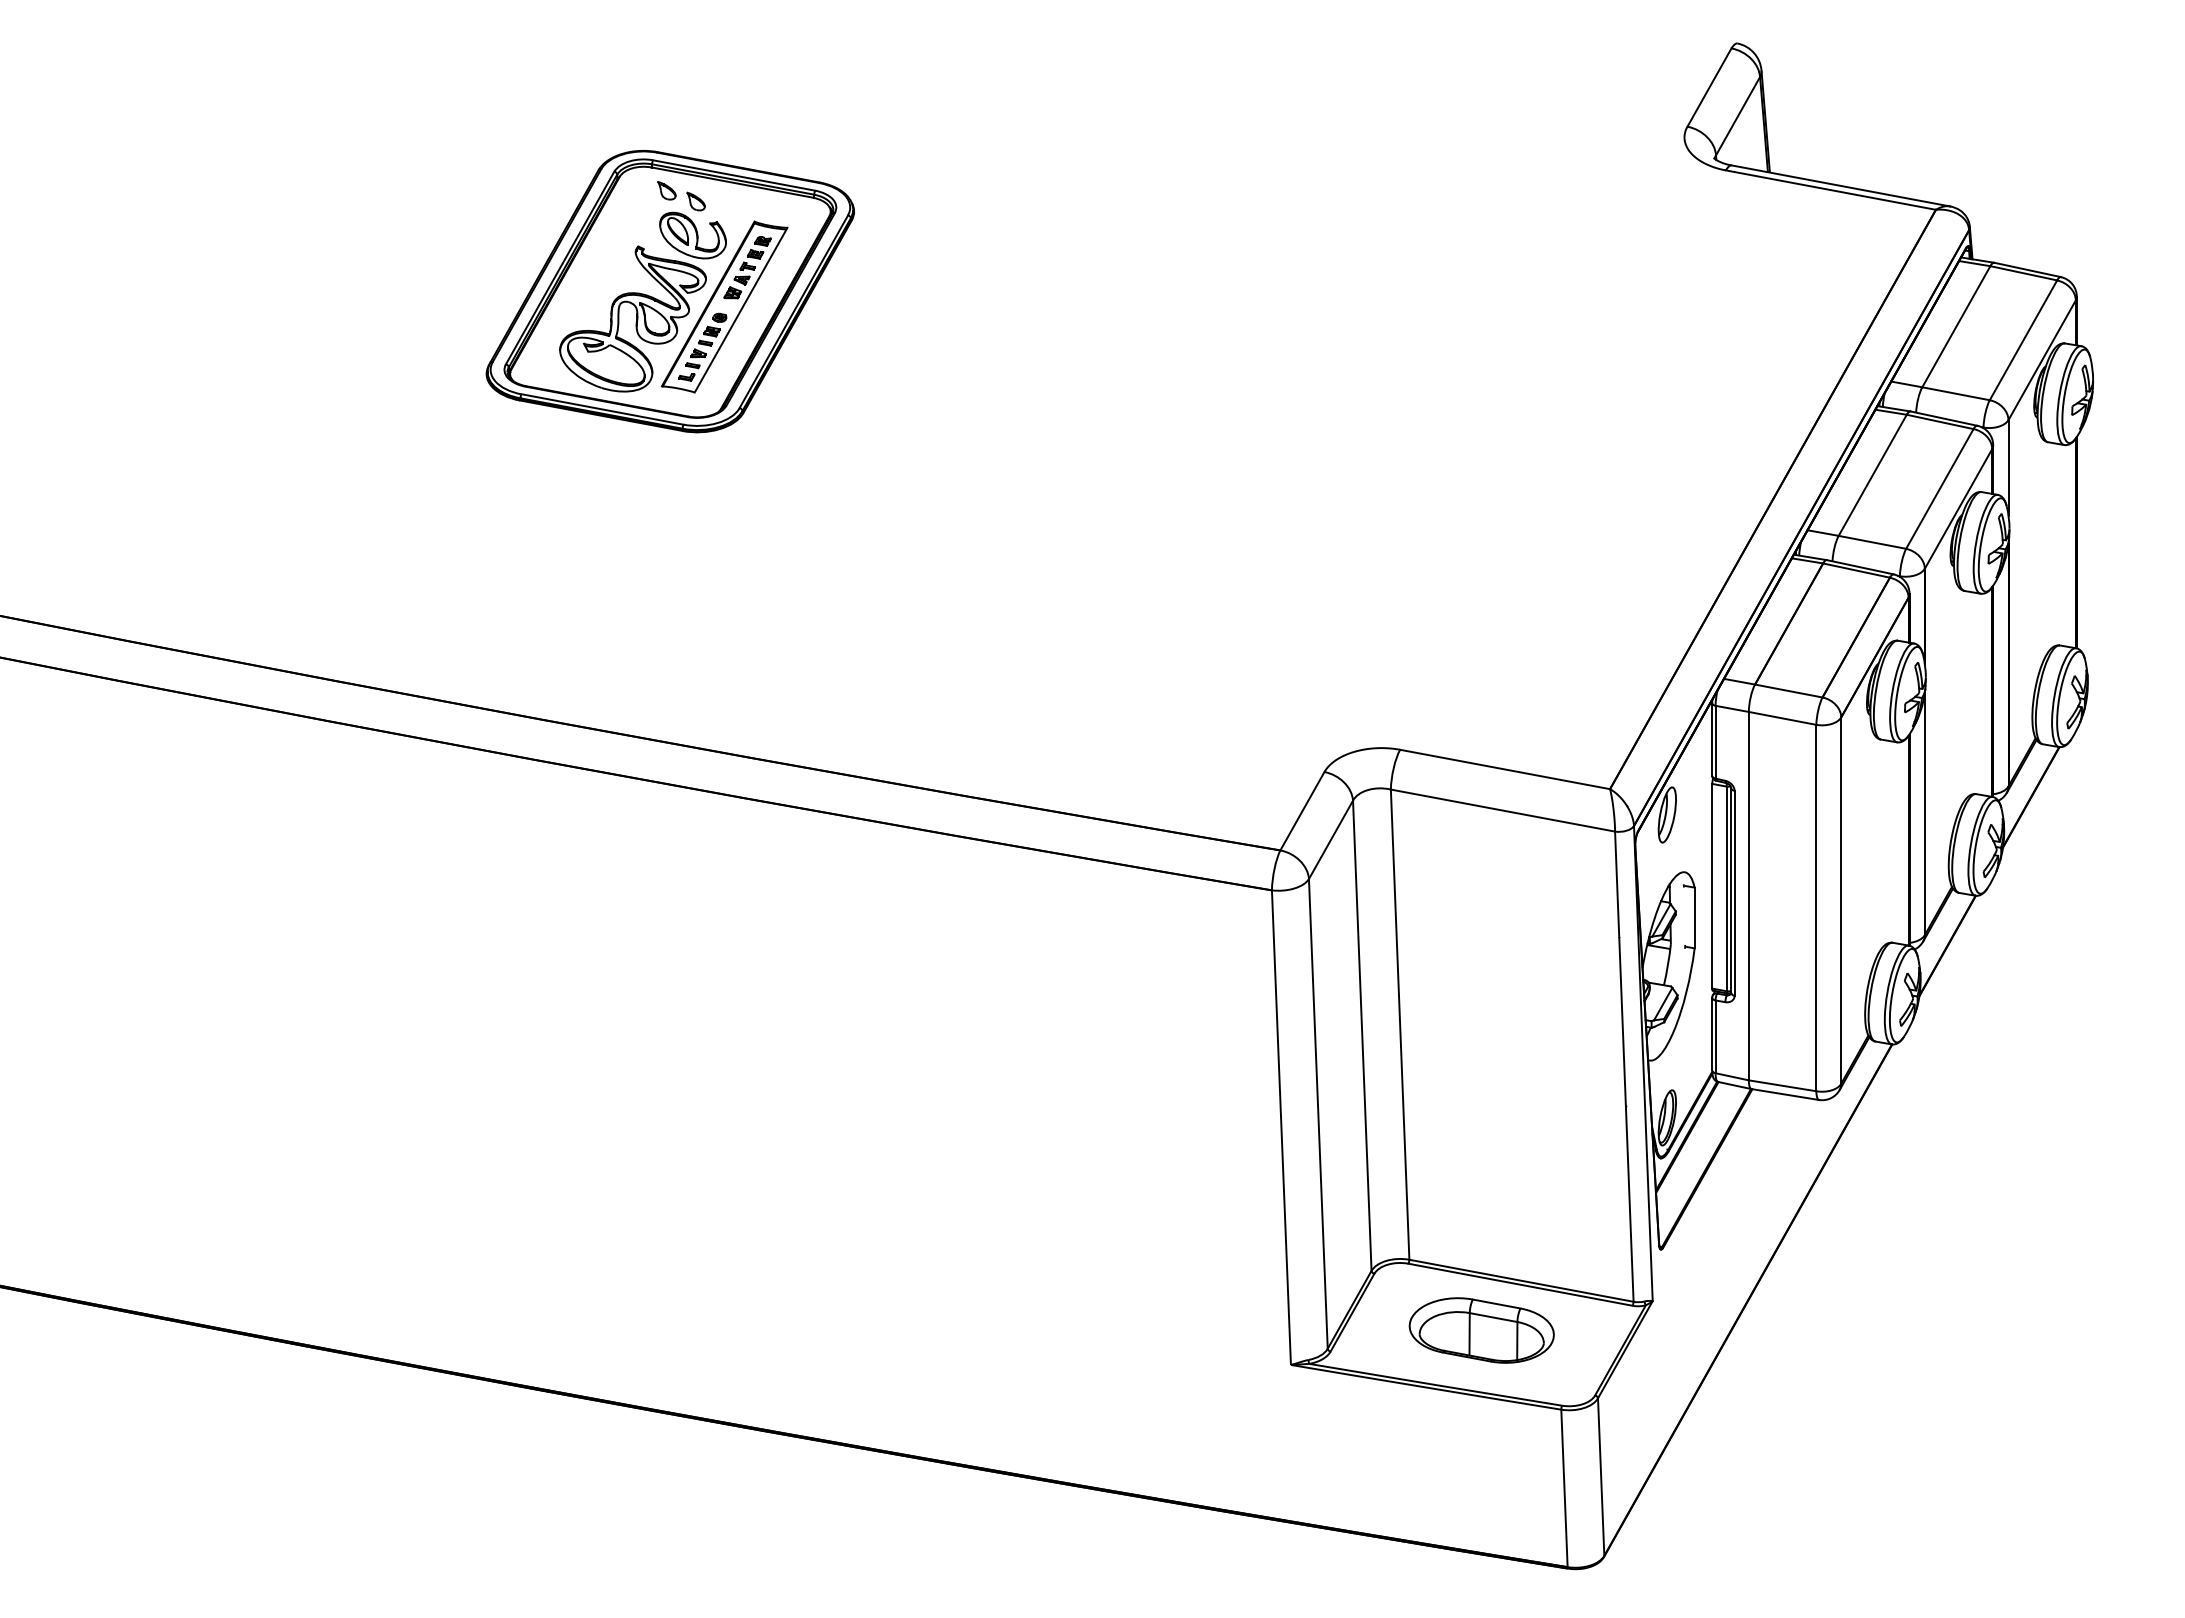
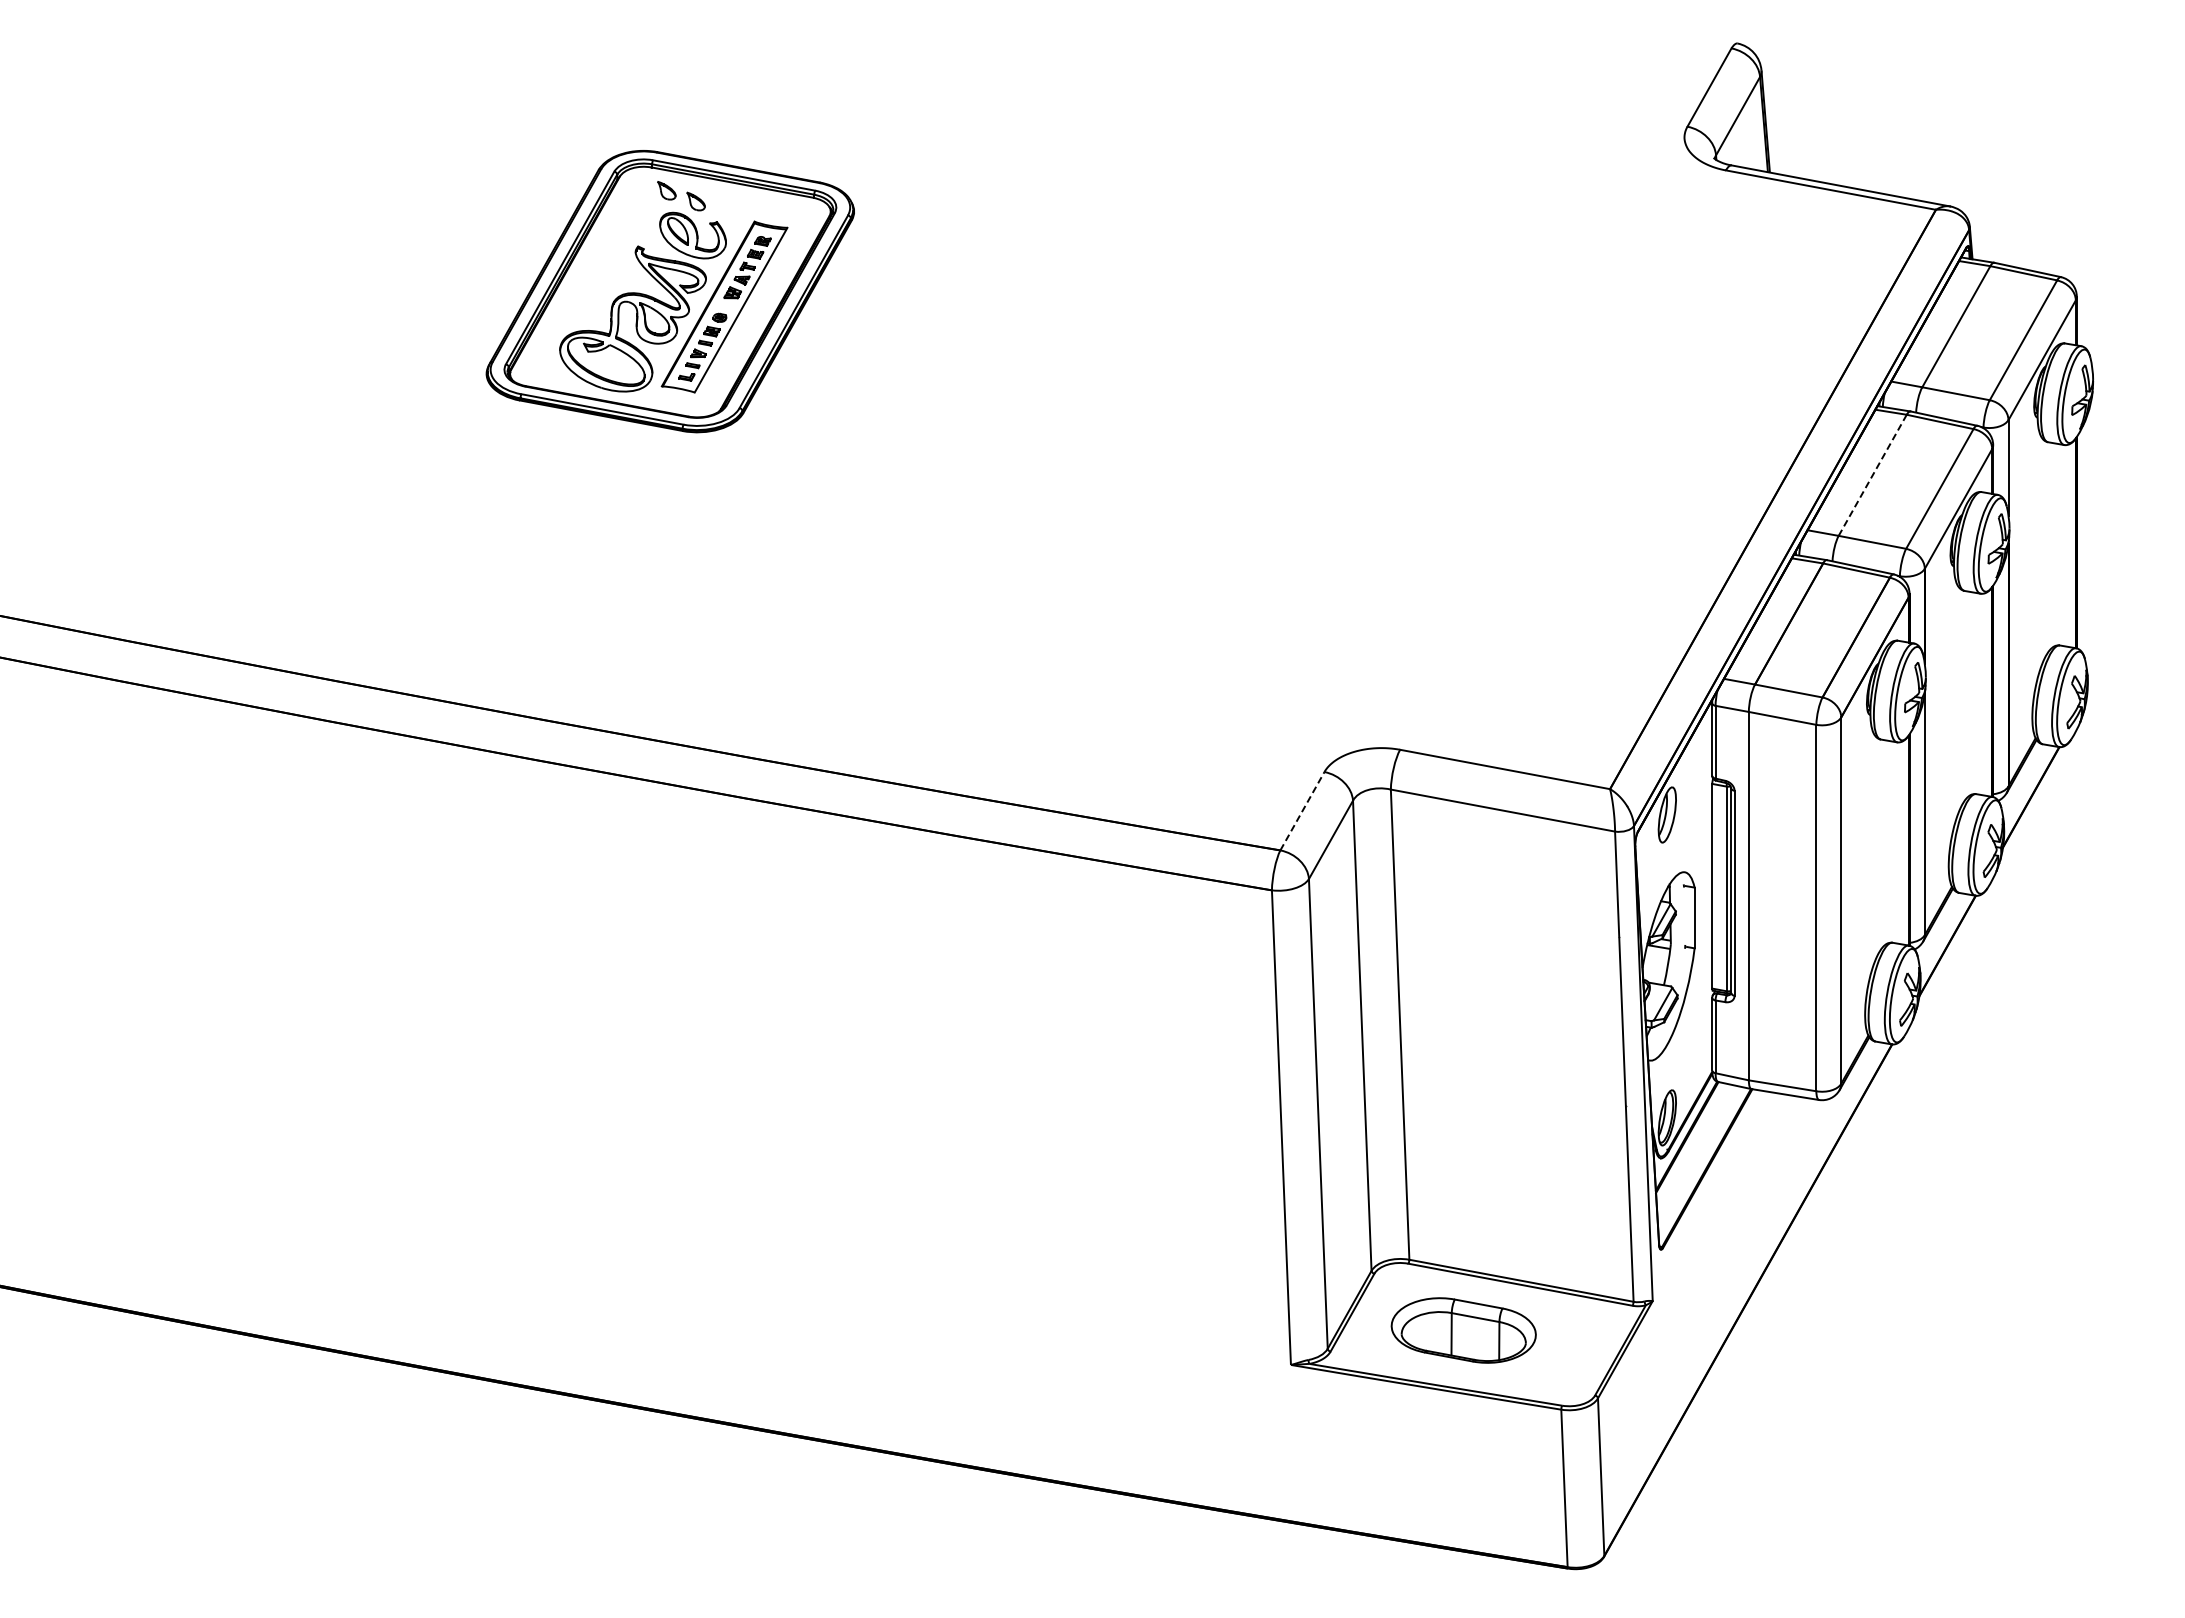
line at (1872, 475): solid -> dashed
line at (1302, 811): solid -> dashed
part at (1481, 1330) position: (1481, 1330) -> (1463, 1330)
